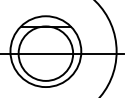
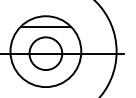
circle at (45, 53) diameter: 54 px -> 33 px
